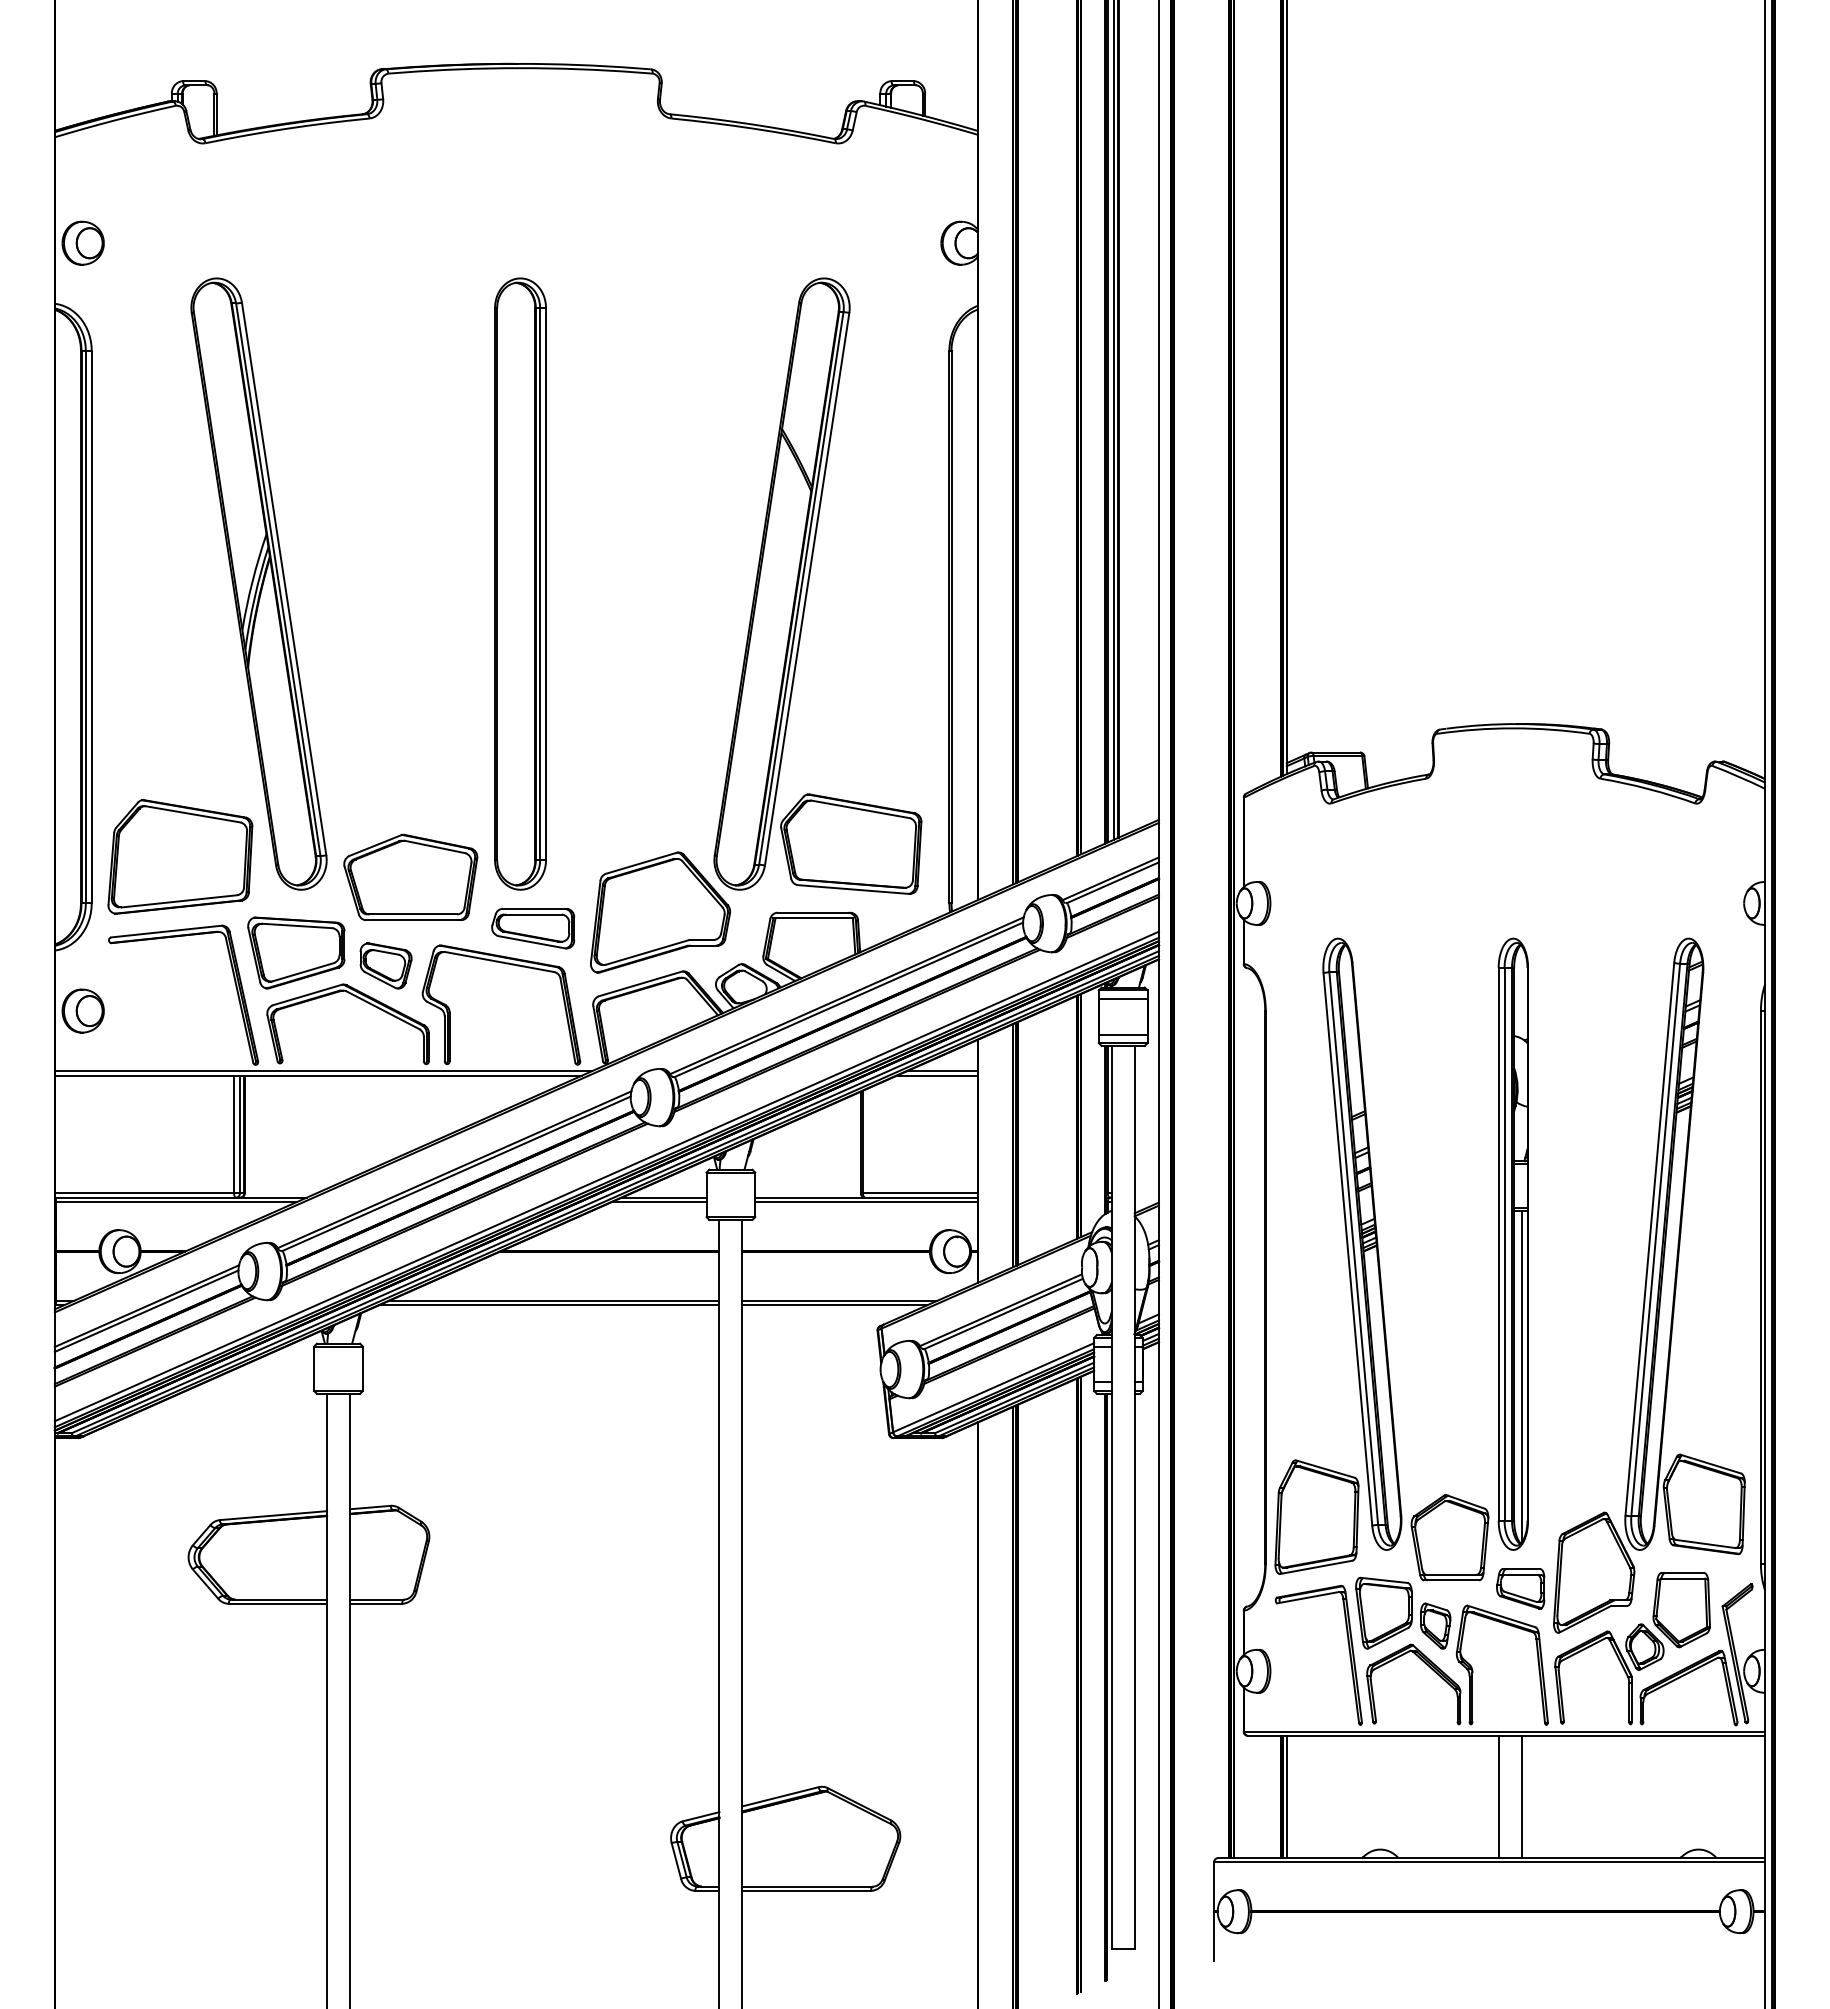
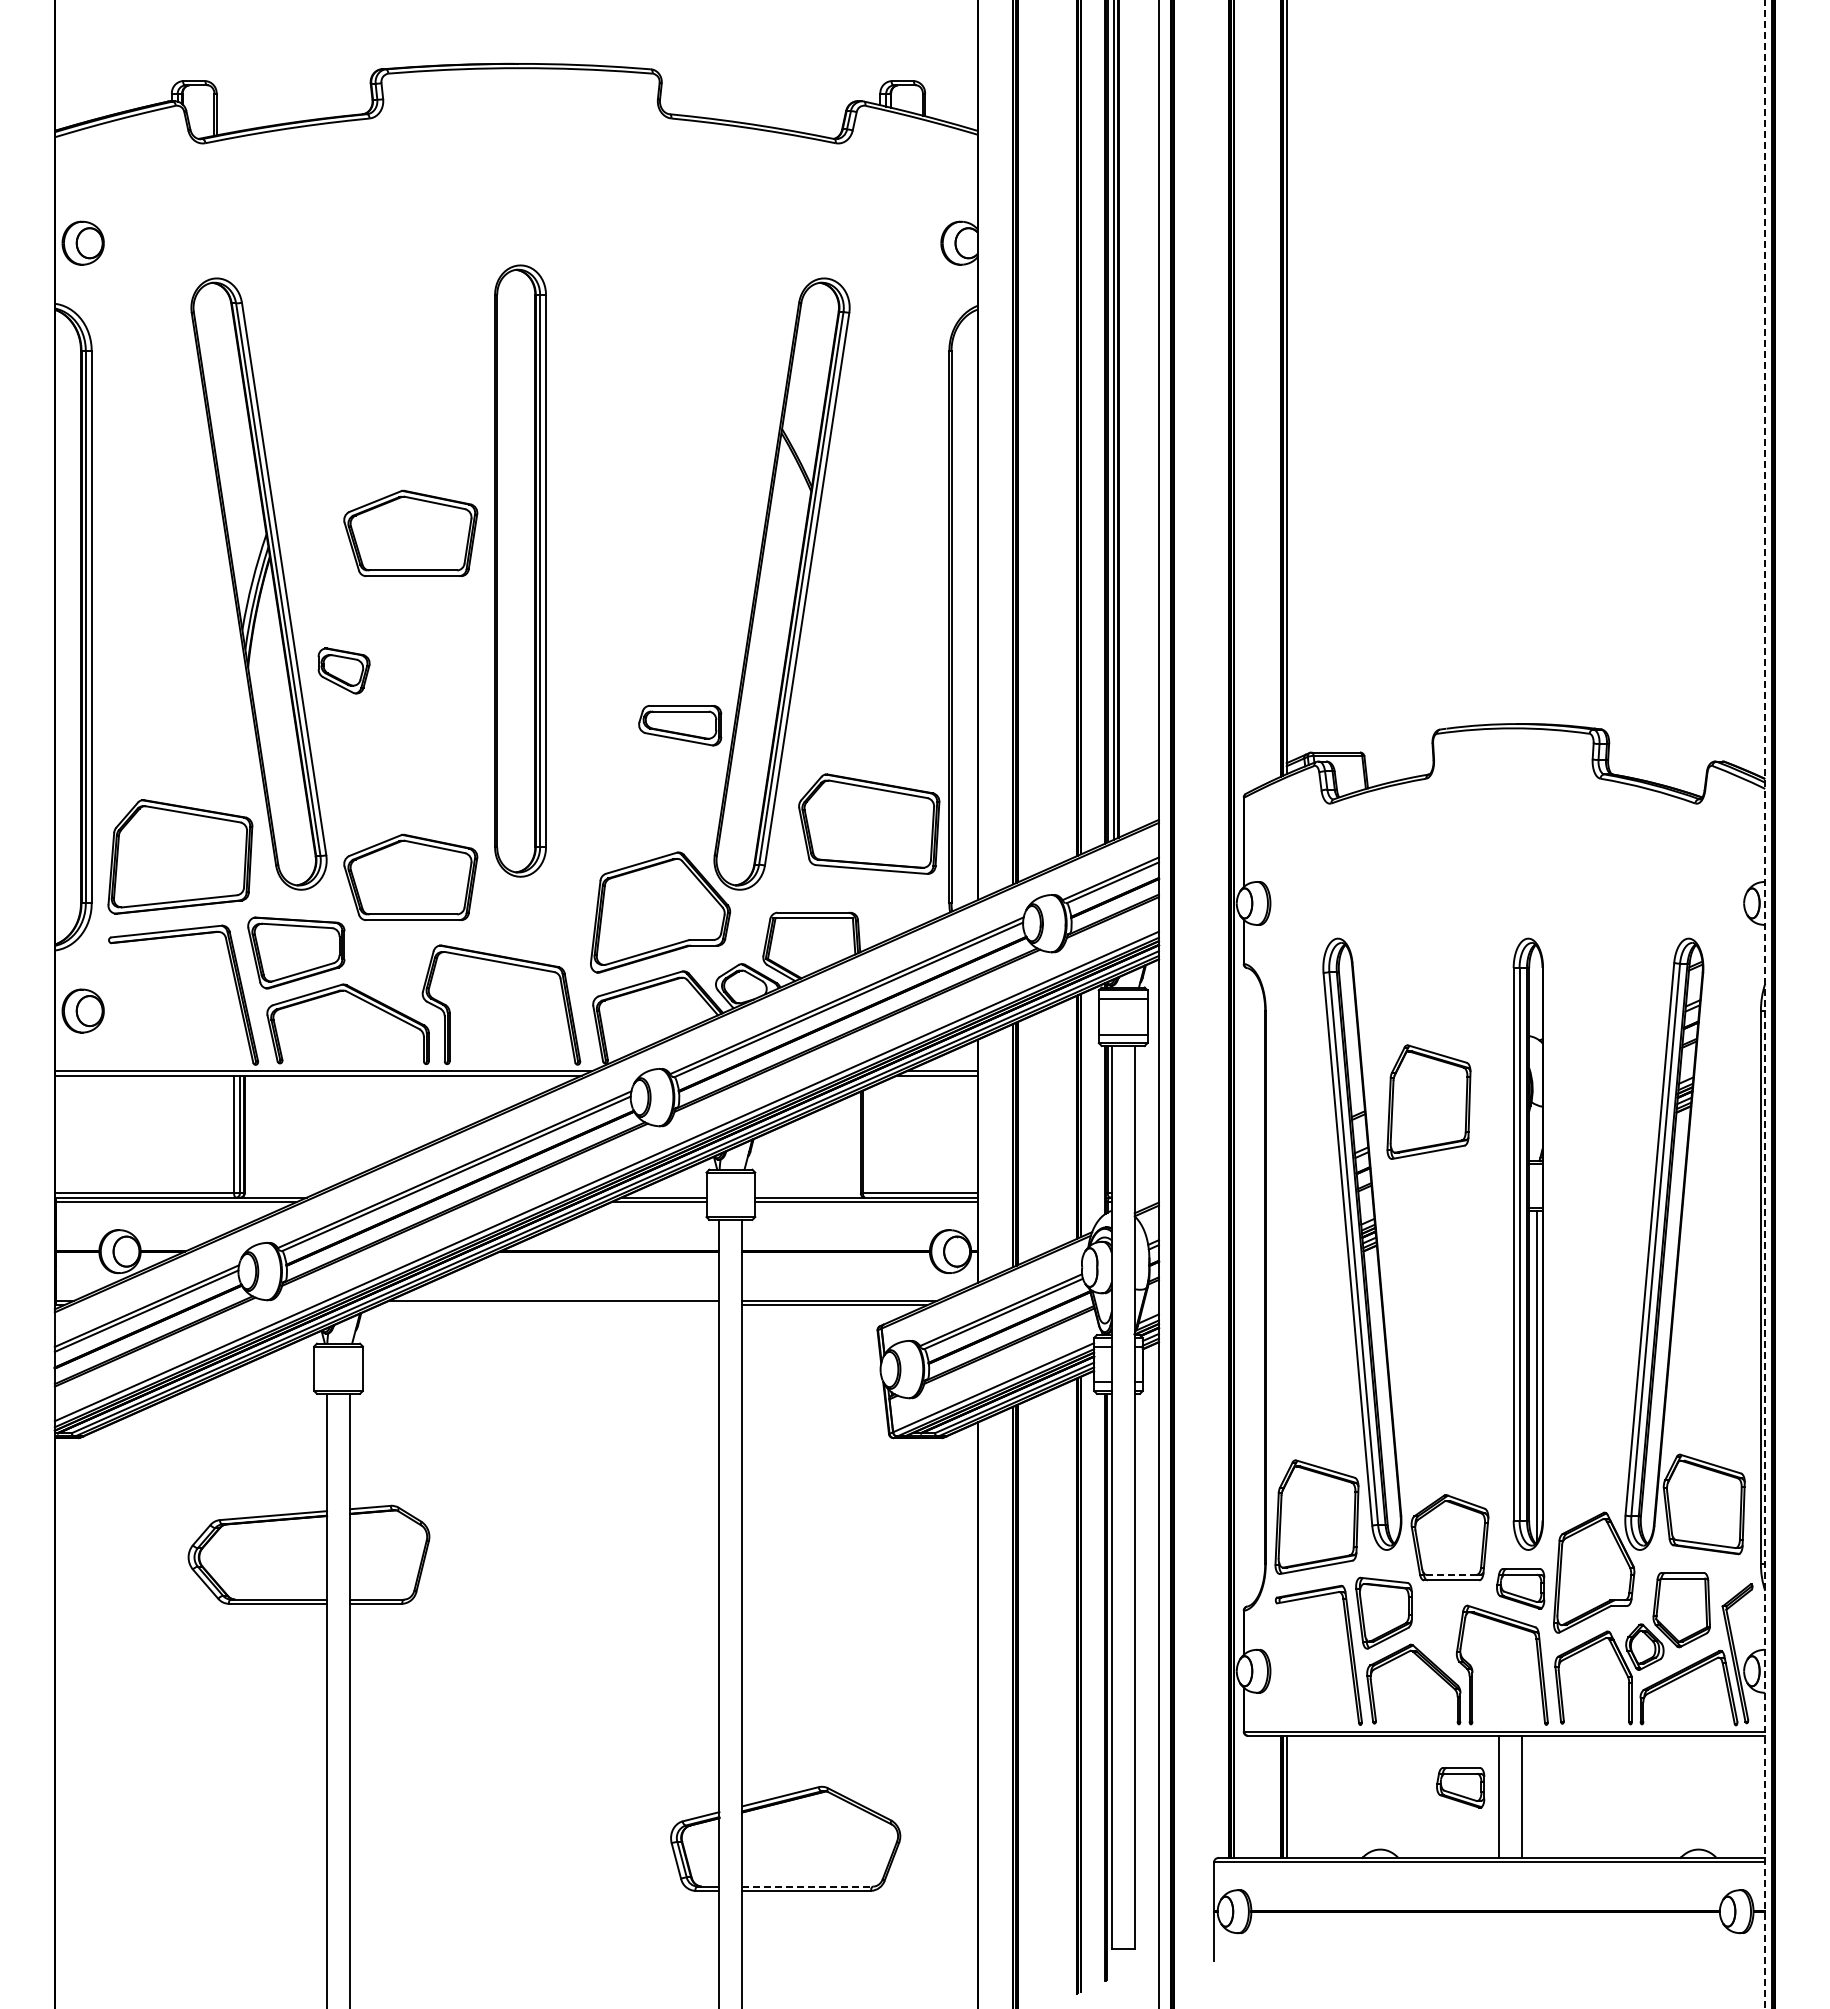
part at (410, 532): none -> present
part at (520, 583) position: (520, 583) -> (520, 570)
part at (851, 843) position: (851, 843) -> (869, 823)
part at (533, 928) position: (533, 928) -> (680, 725)
part at (385, 965) position: (385, 965) -> (343, 670)
line at (1765, 1004): solid -> dashed
part at (1428, 1101): none -> present
part at (1512, 1243) position: (1512, 1243) -> (1527, 1243)
line at (549, 1305): present -> none
line at (1452, 1574): solid -> dashed
part at (1435, 1625): present -> none
part at (1460, 1787): none -> present
line at (808, 1886): solid -> dashed
